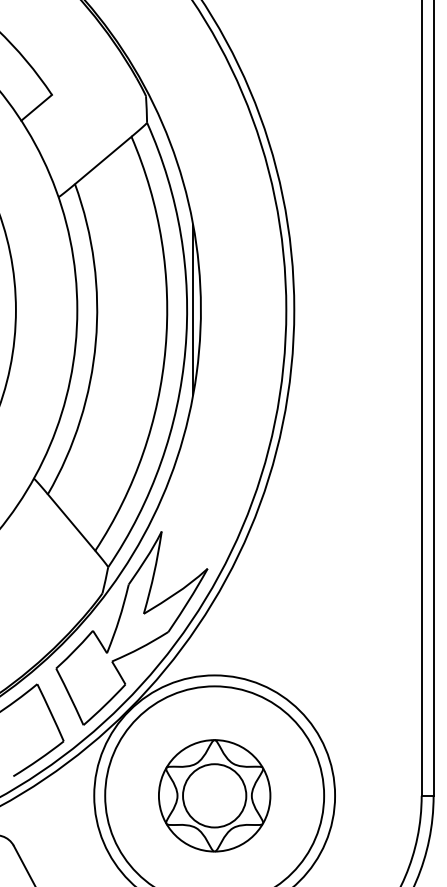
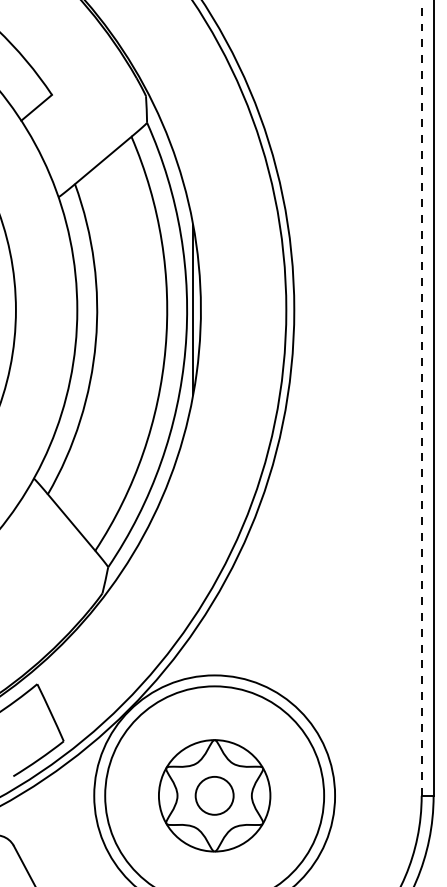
line at (421, 398): solid -> dashed
part at (131, 628): present -> none
circle at (214, 795) diameter: 63 px -> 38 px
